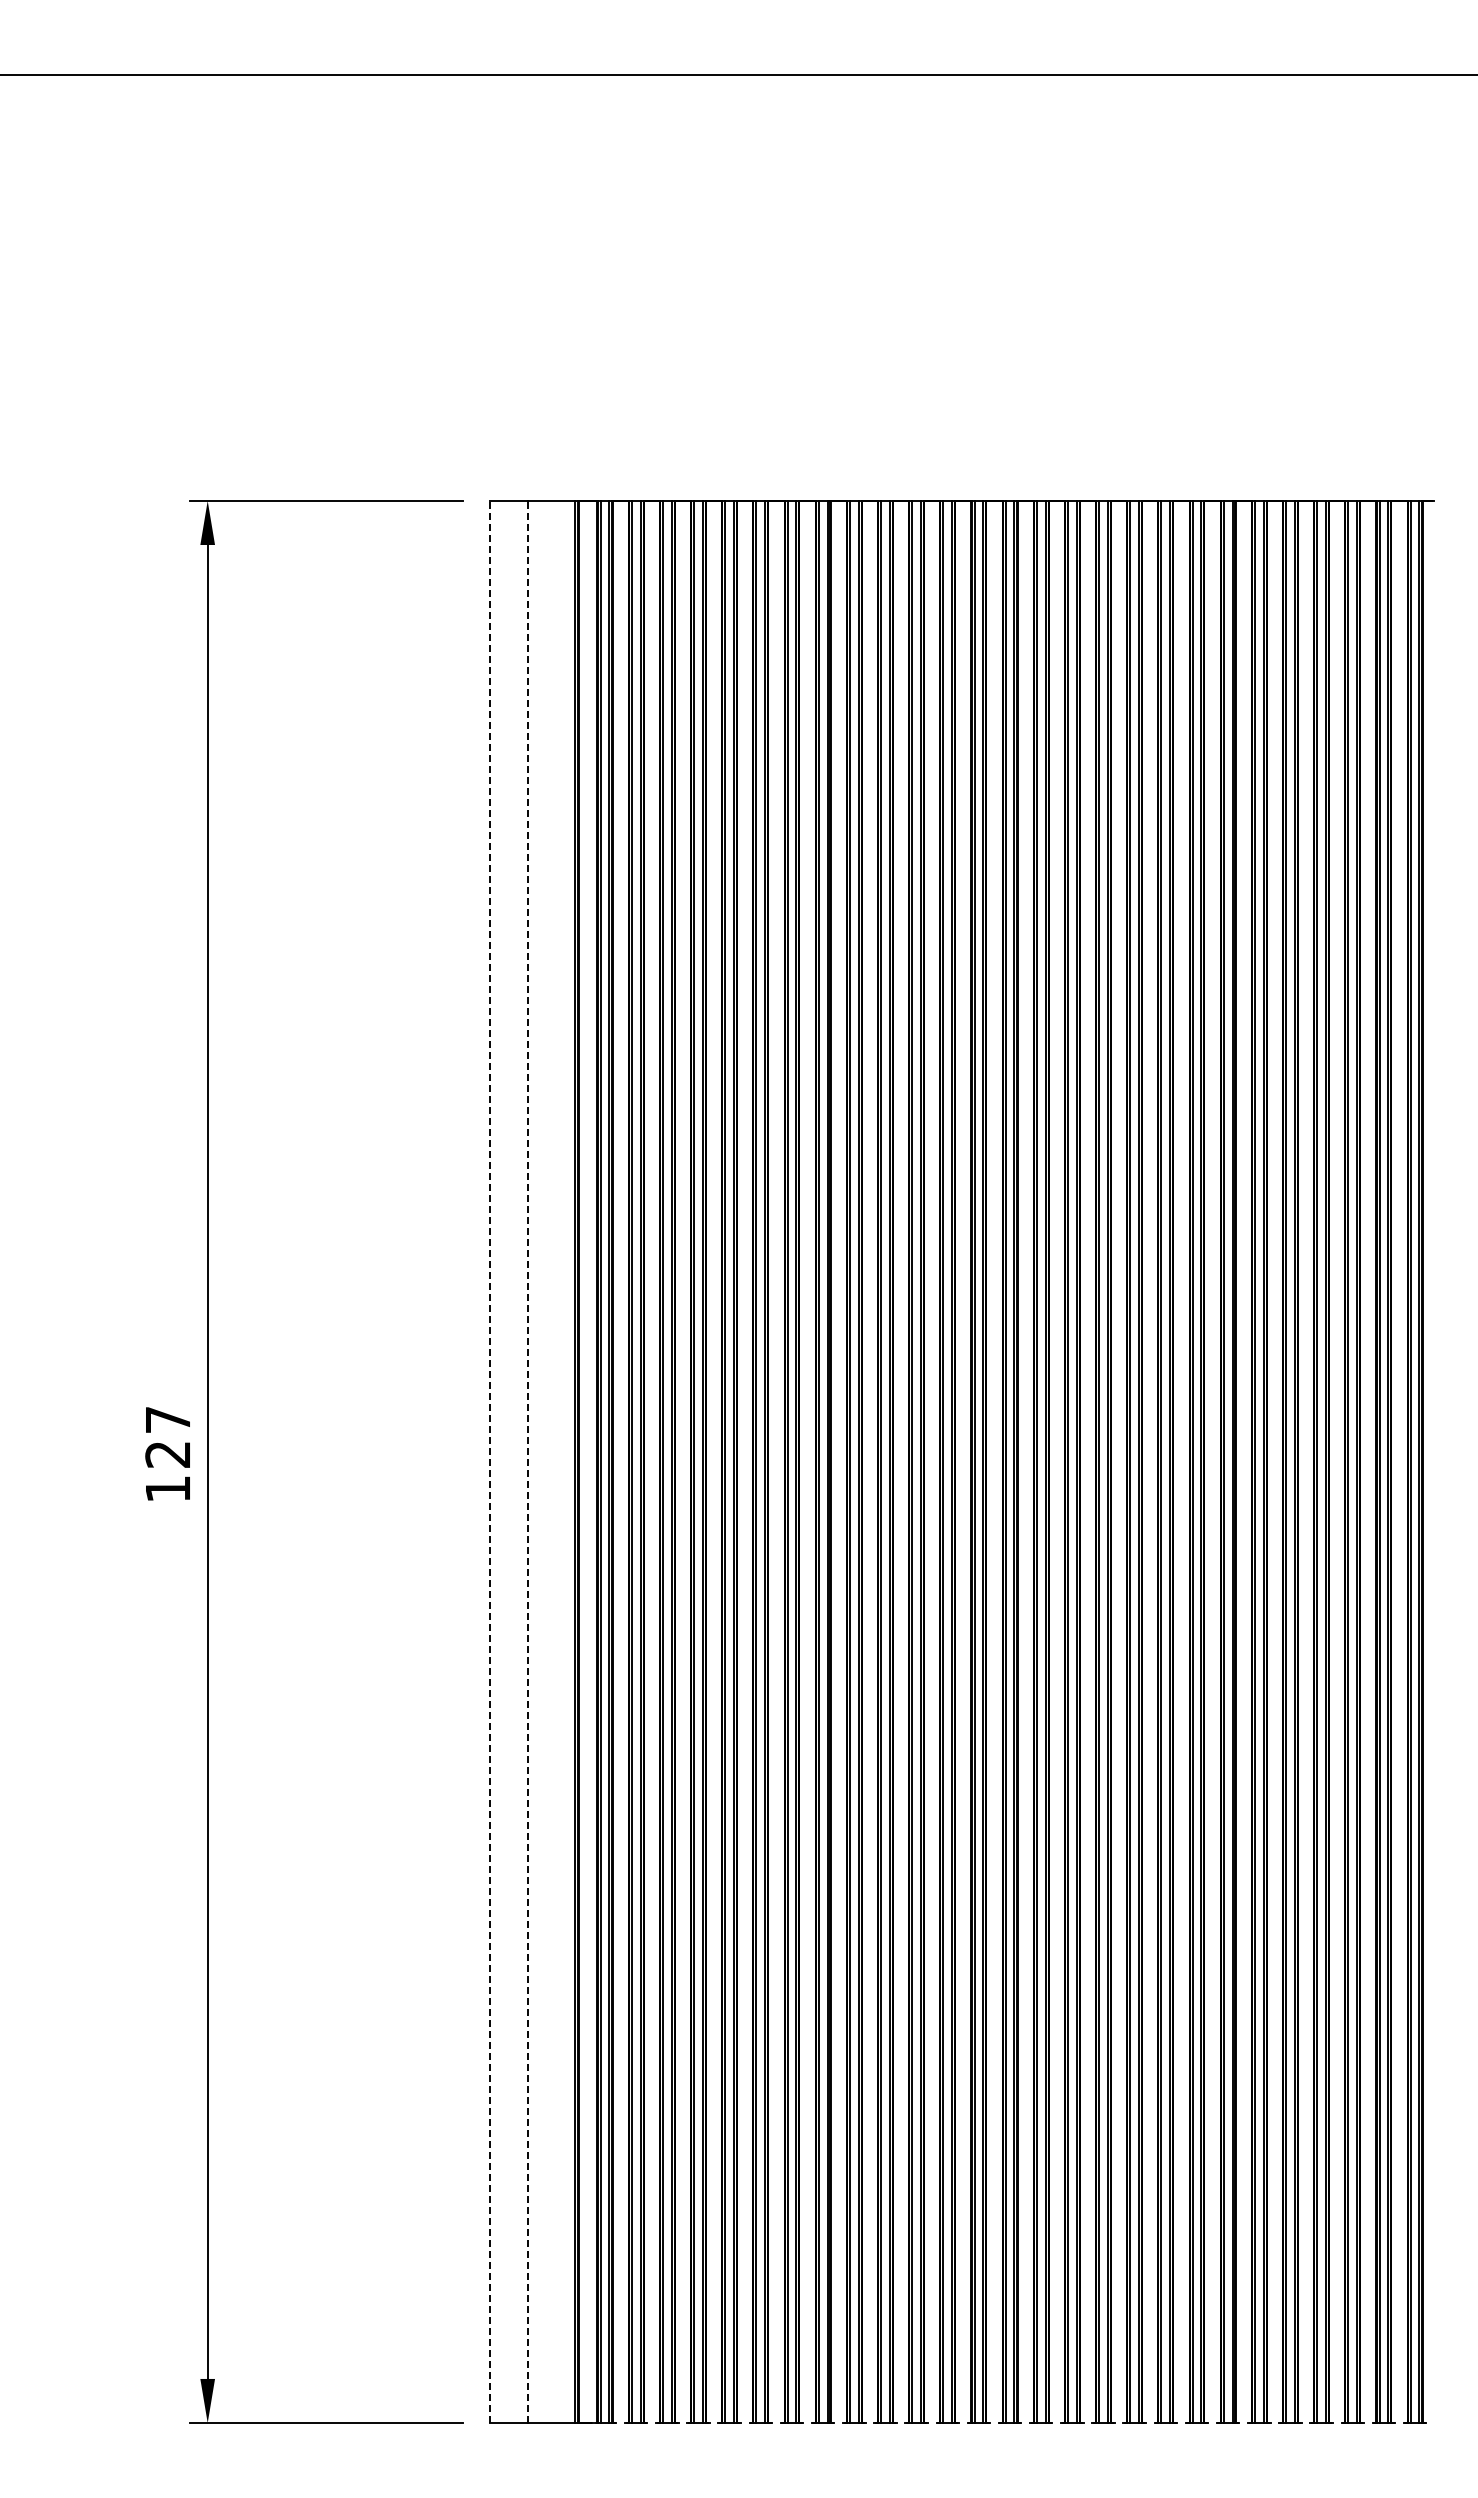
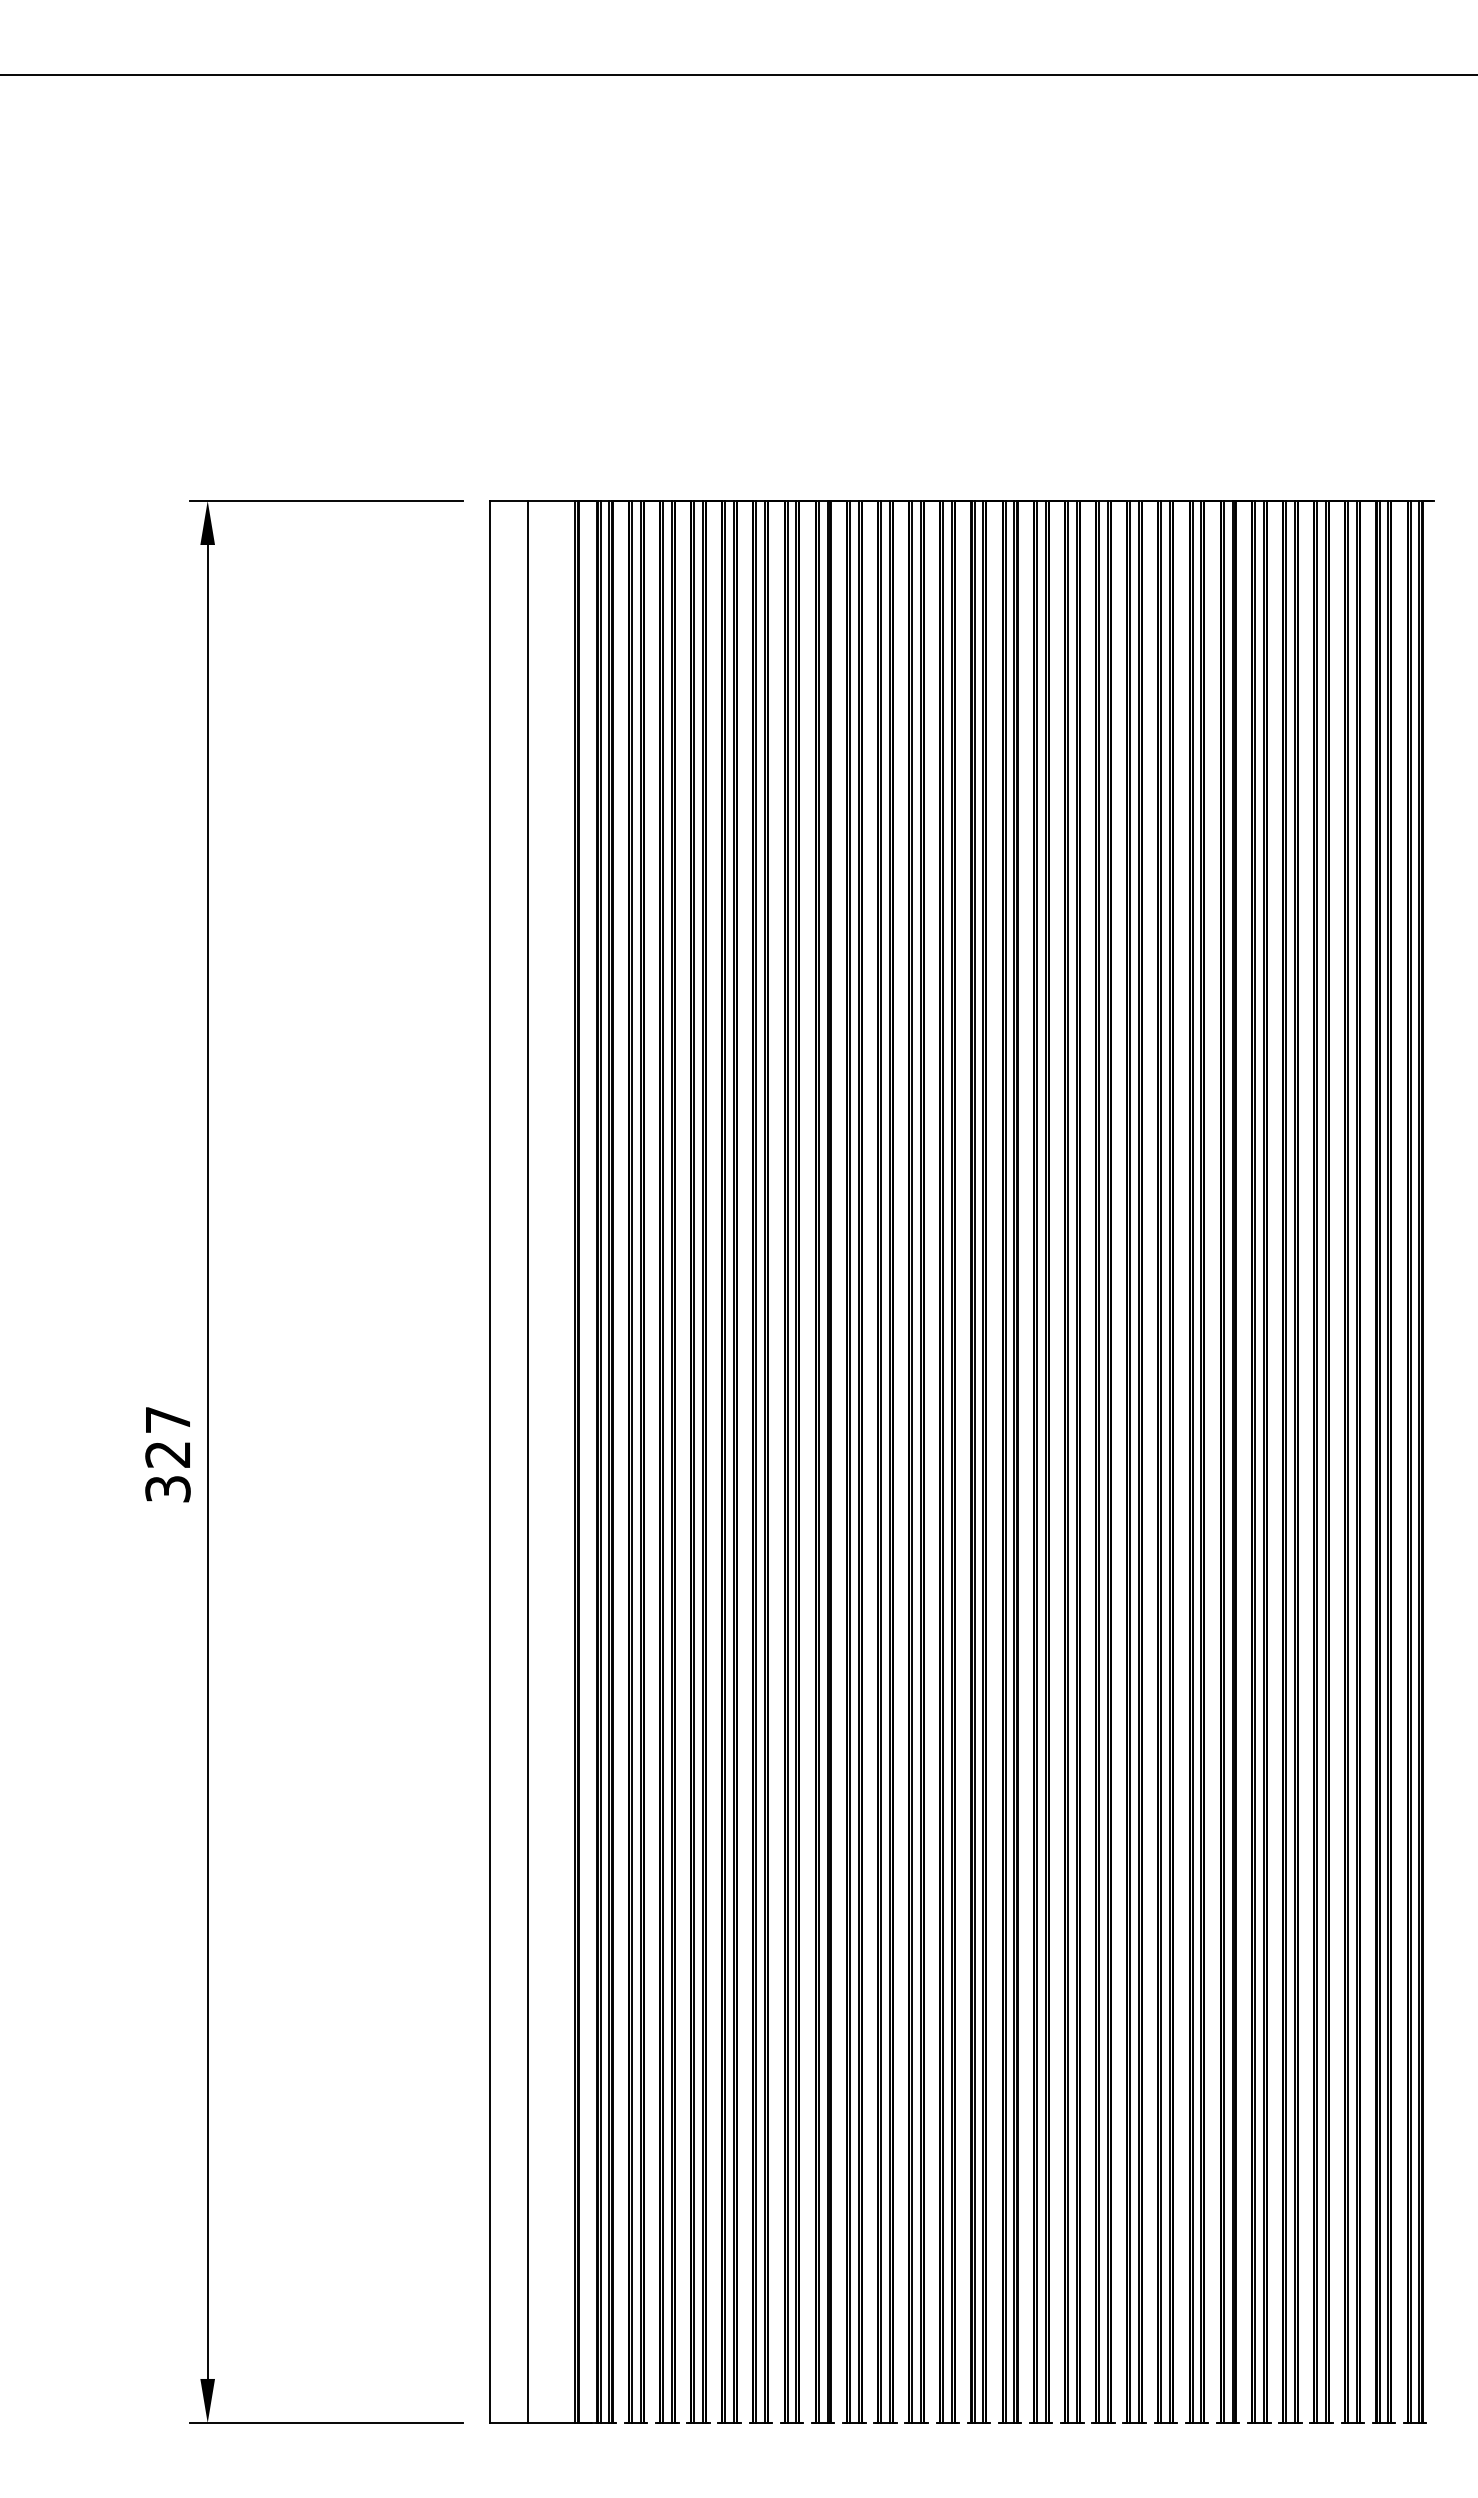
line at (489, 1461): dashed -> solid
line at (527, 1461): dashed -> solid
text at (167, 1489): 127 -> 327
